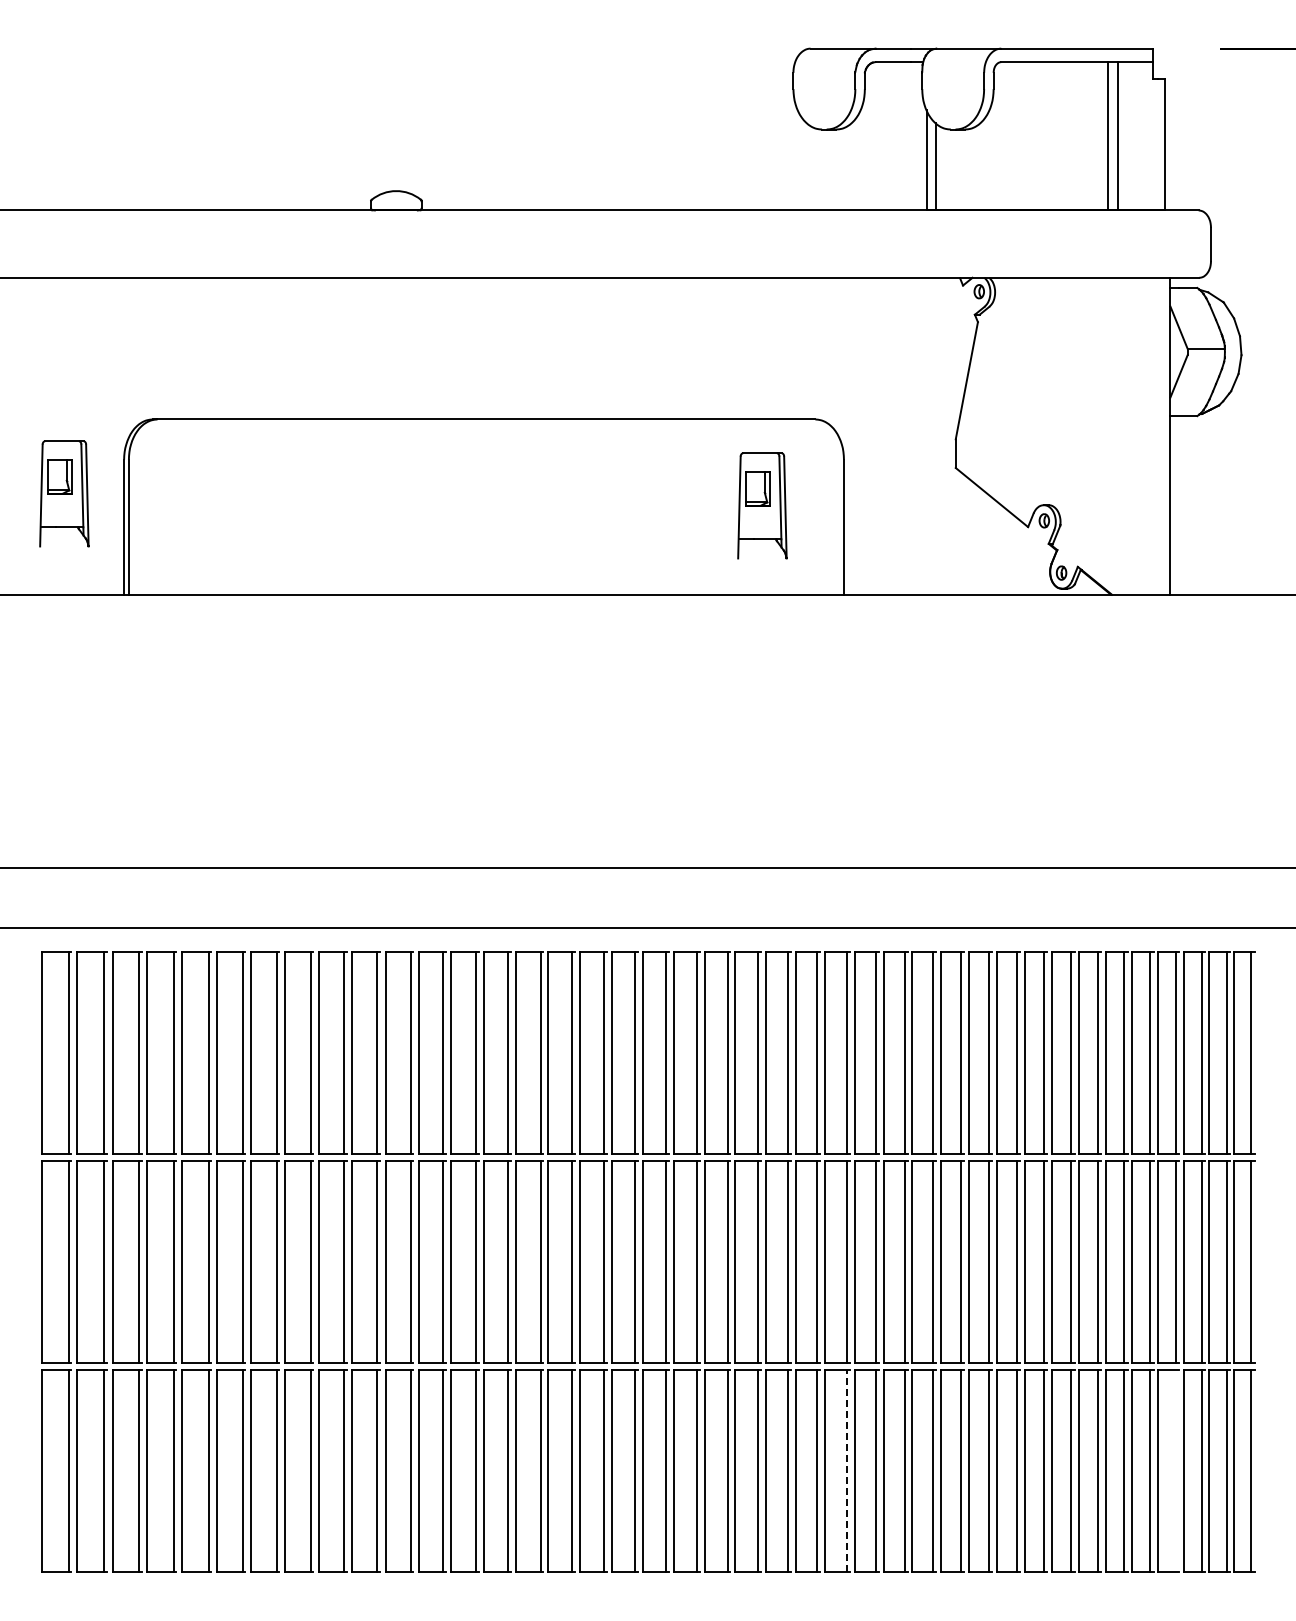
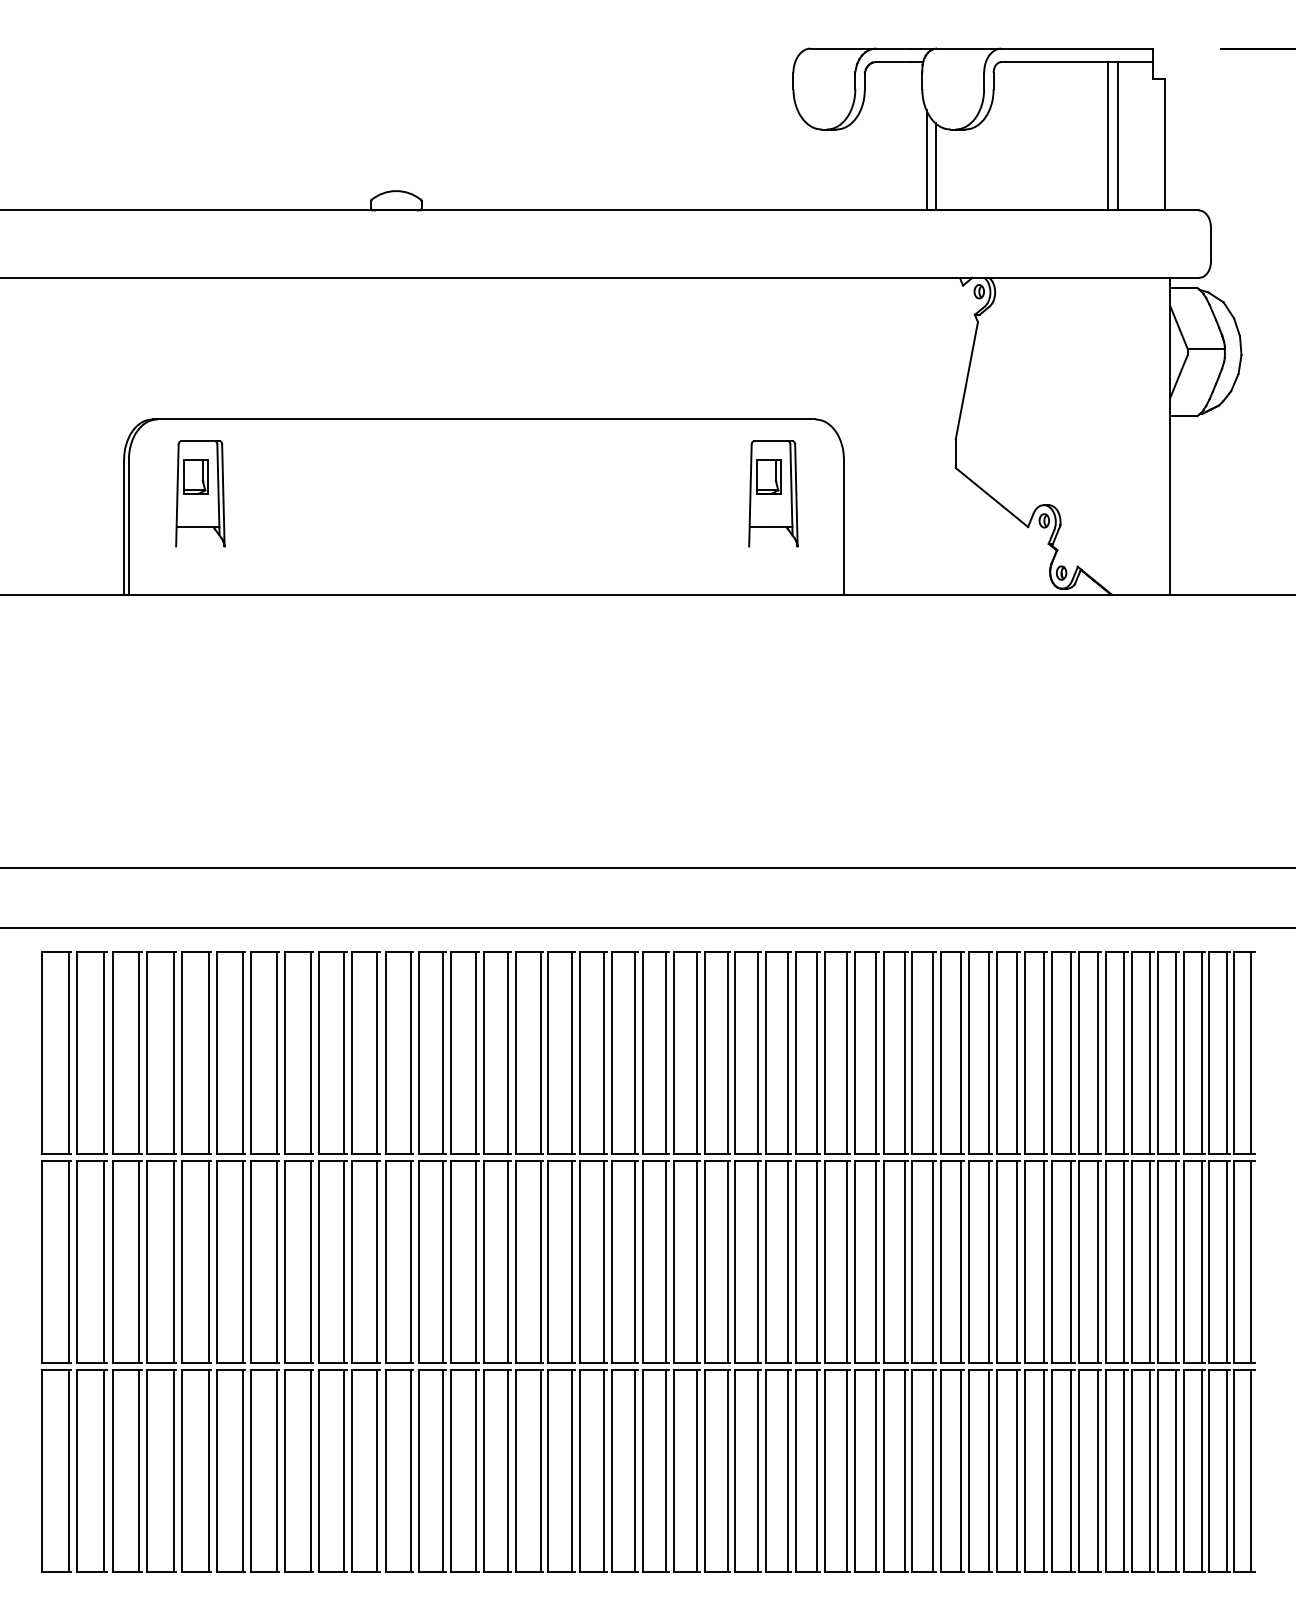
part at (64, 493) position: (64, 493) -> (200, 493)
part at (762, 505) position: (762, 505) -> (773, 493)
line at (846, 1470): dashed -> solid
line at (1176, 1471): none -> present
